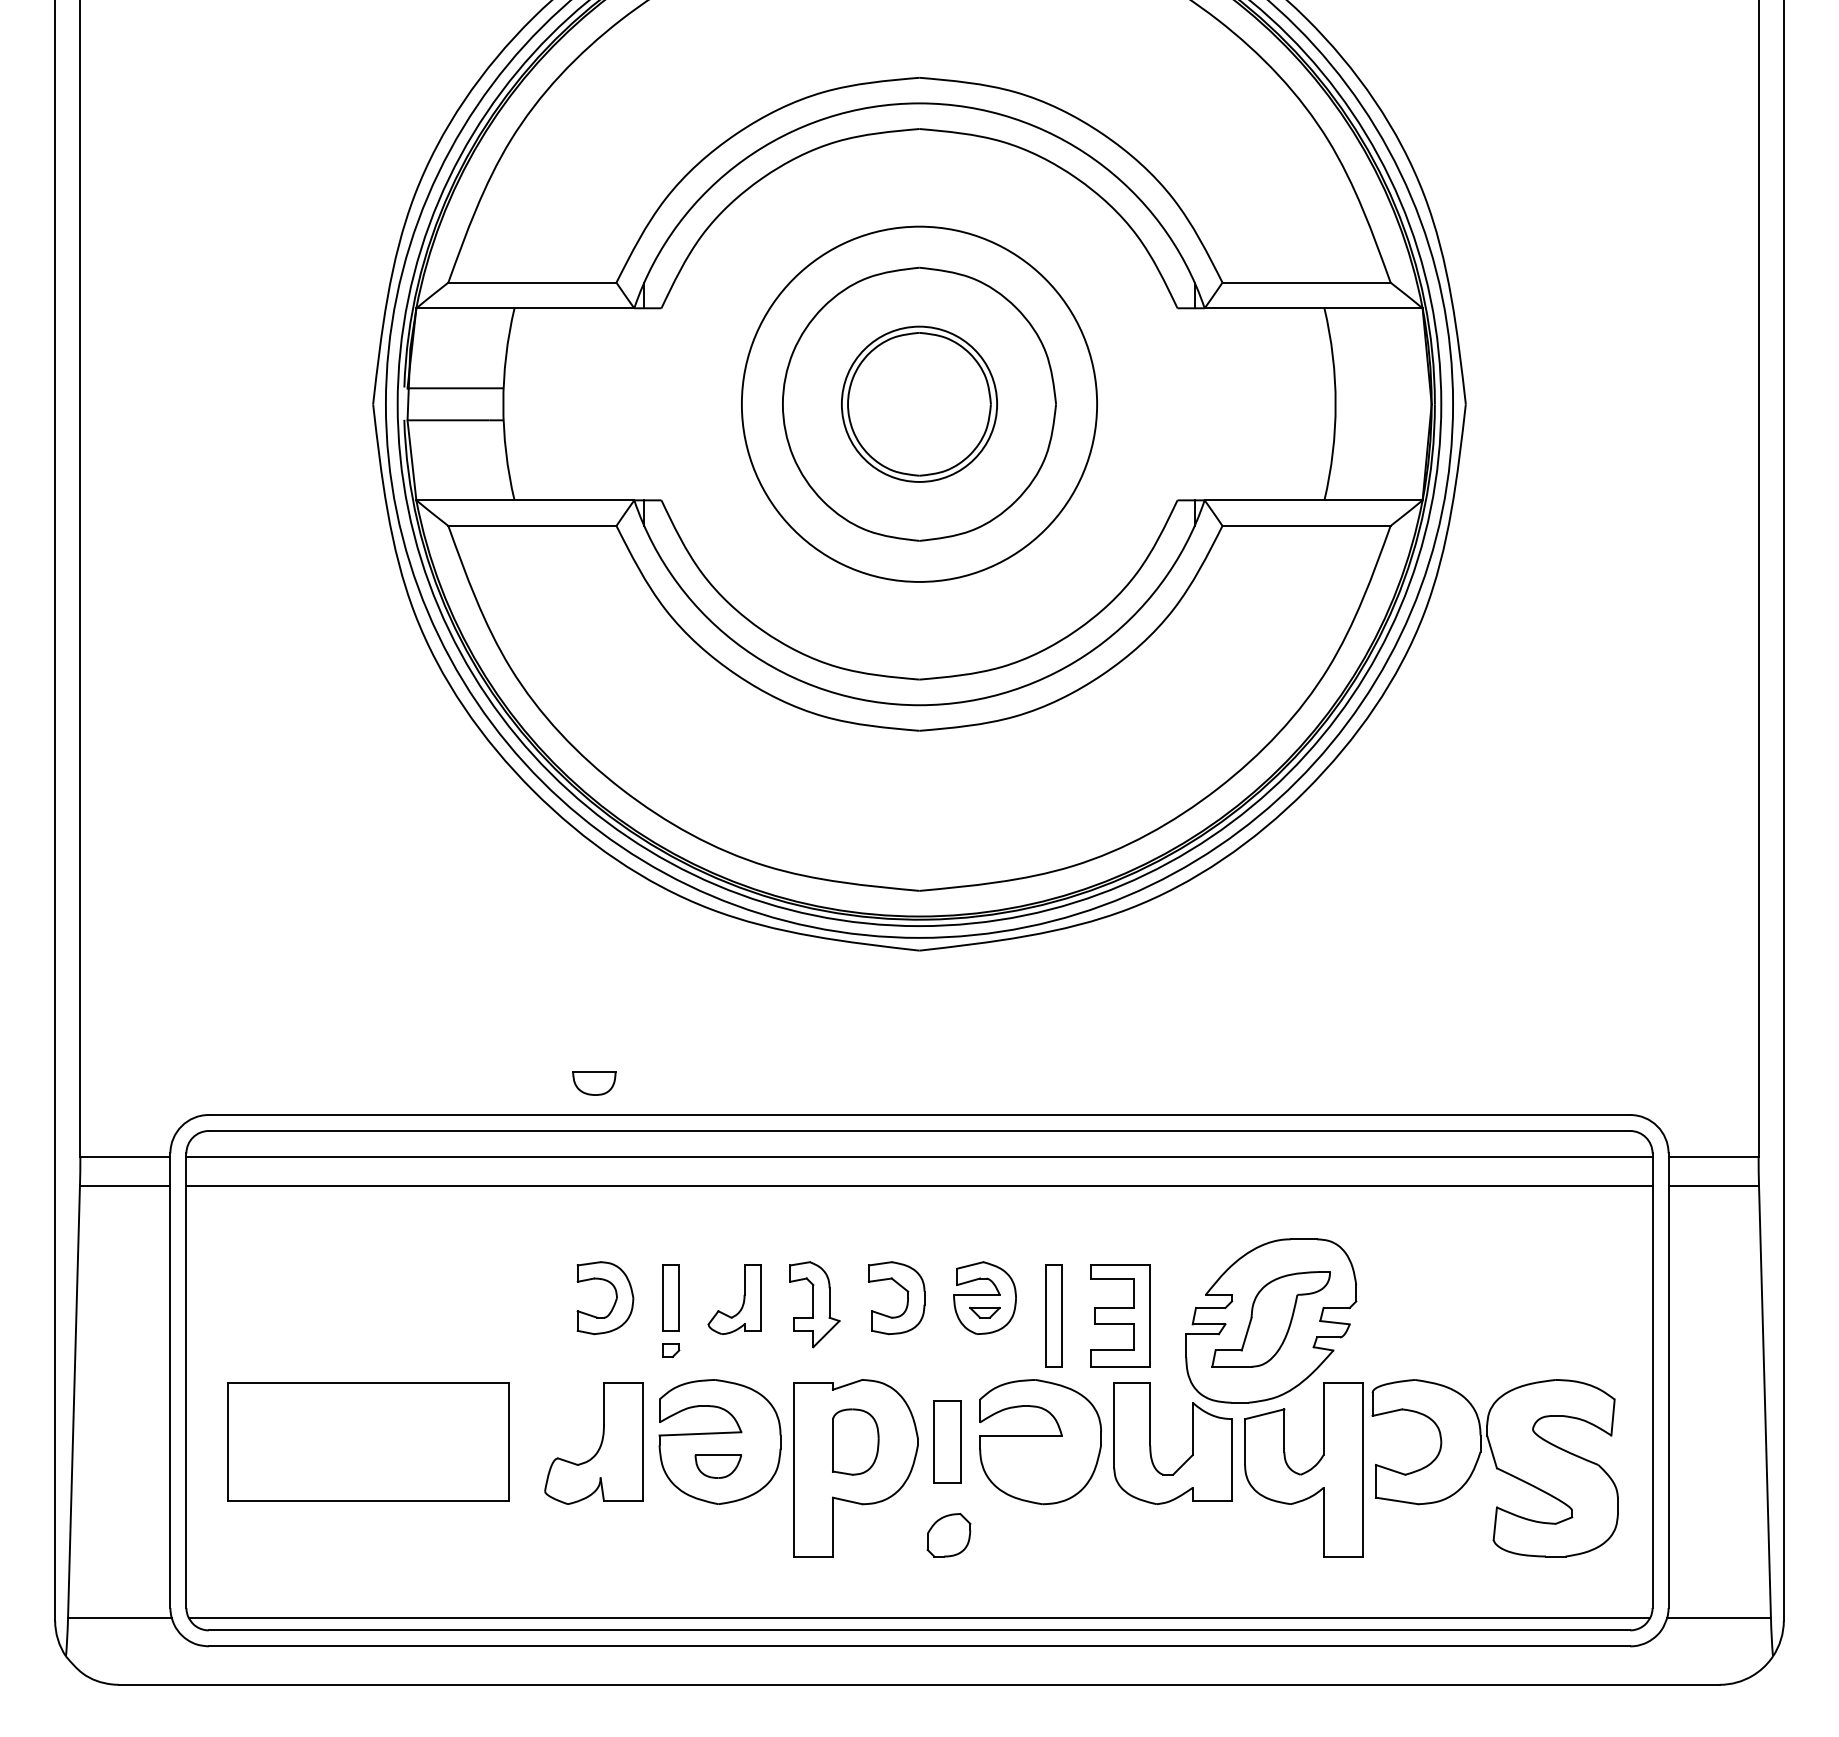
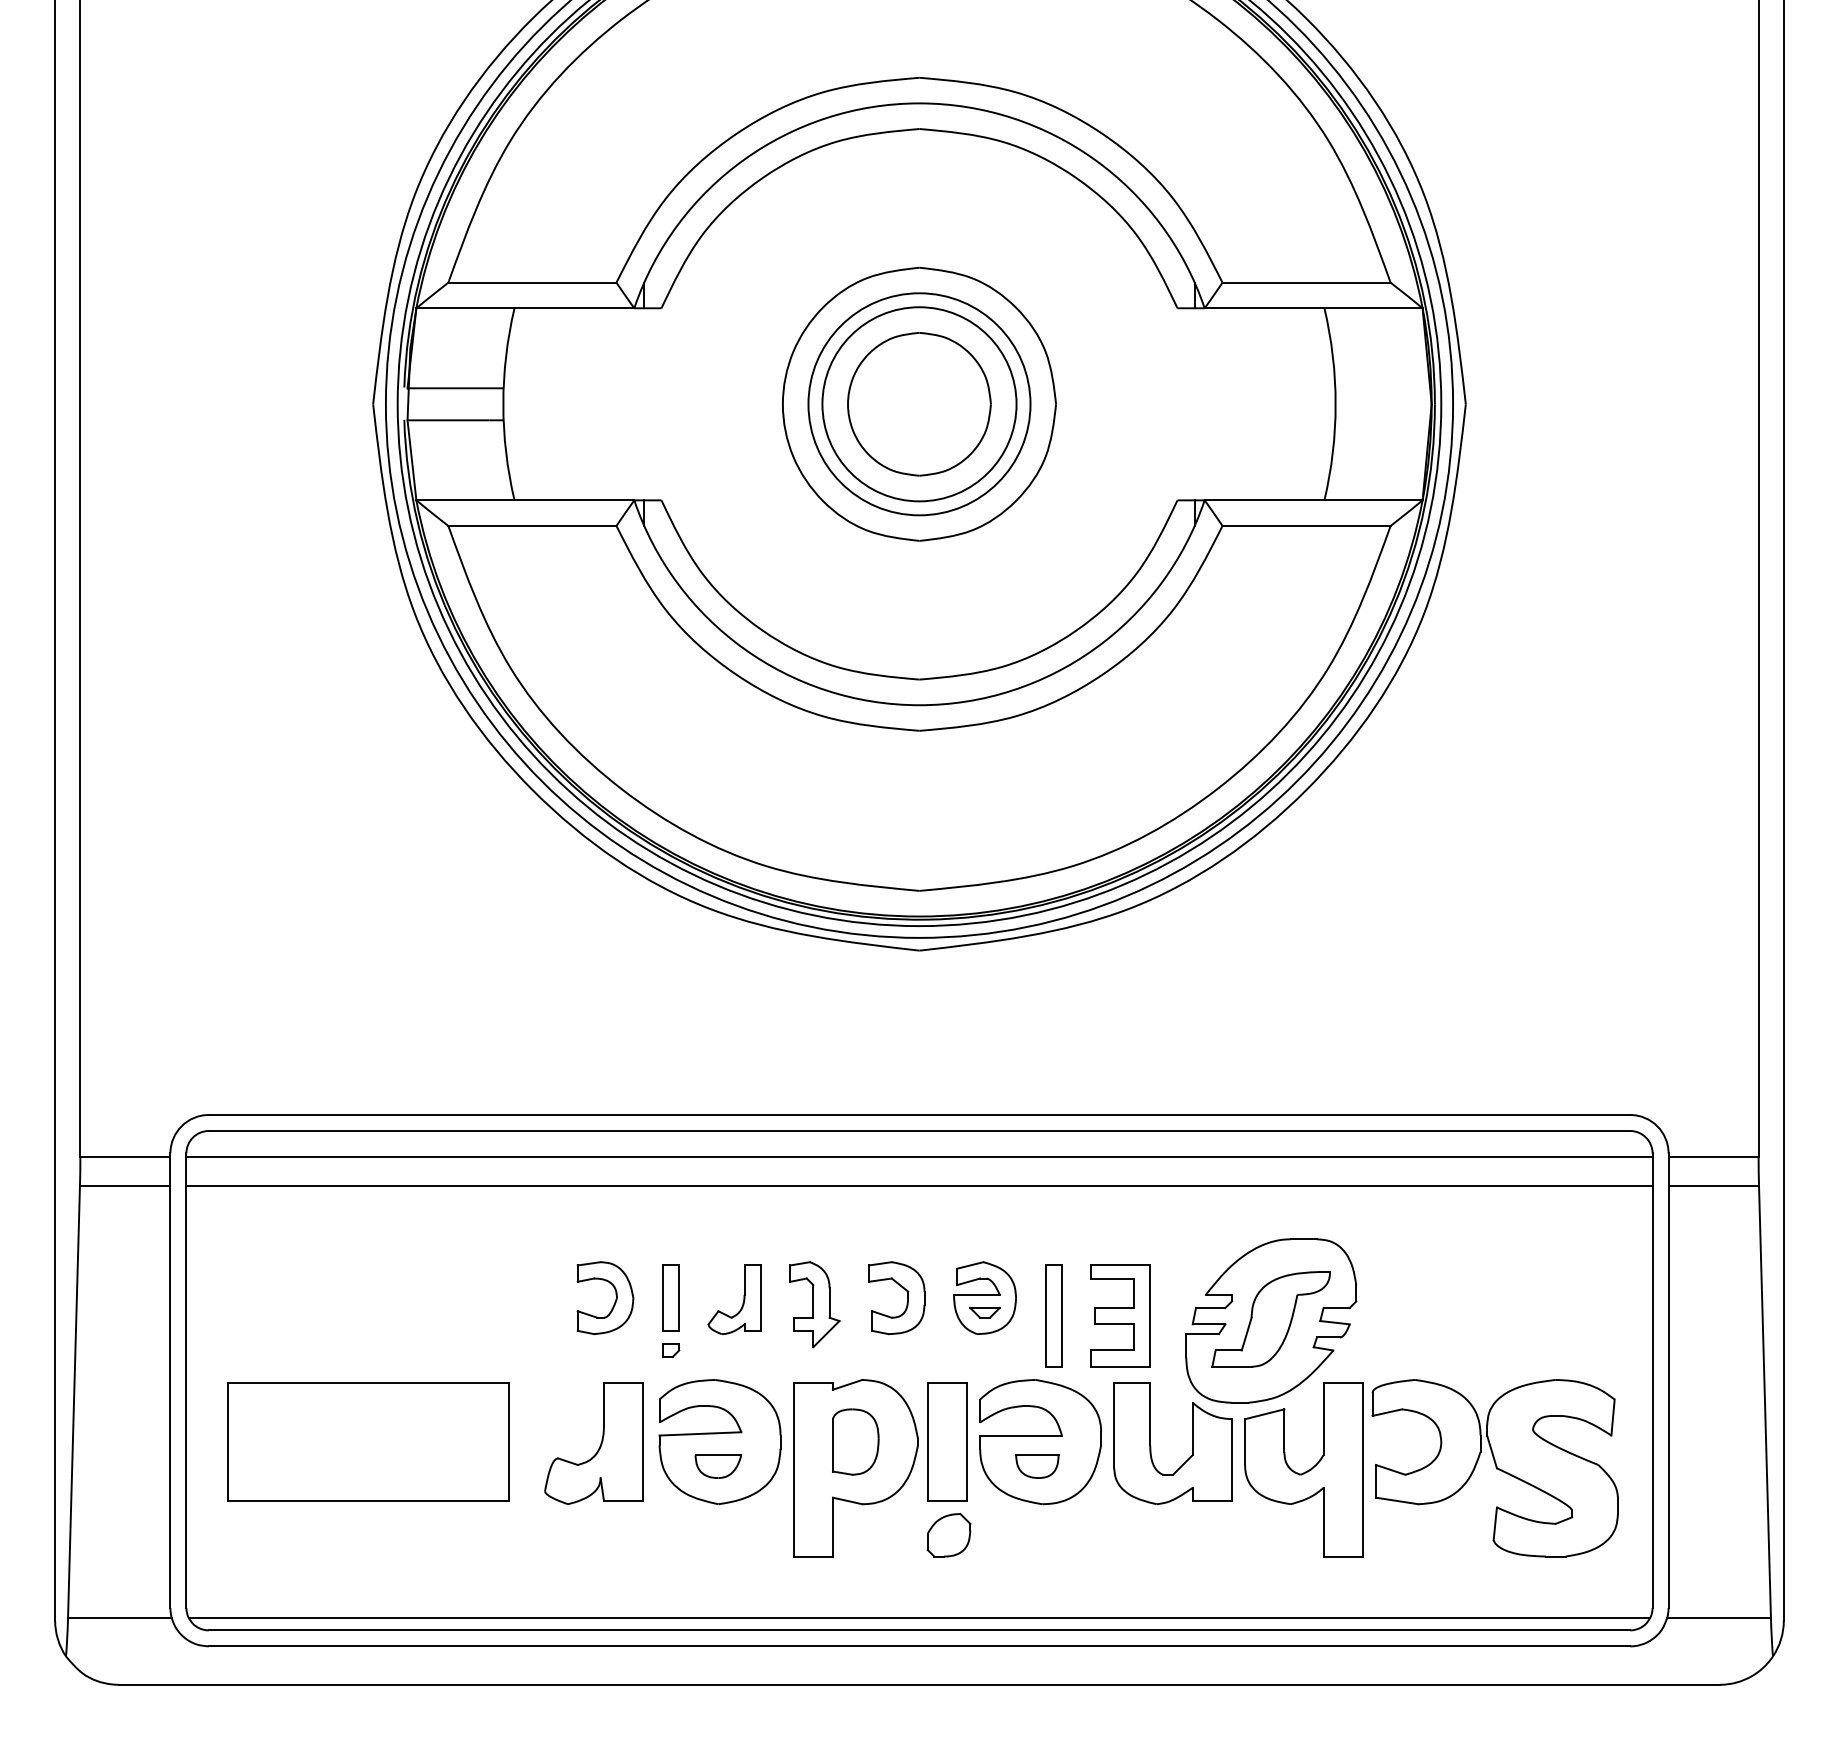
circle at (919, 403) diameter: 155 px -> 194 px
circle at (919, 403) diameter: 355 px -> 222 px
part at (594, 1083) position: (594, 1083) -> (1037, 1466)
part at (947, 1441) size: 29x84 px -> 41x120 px
